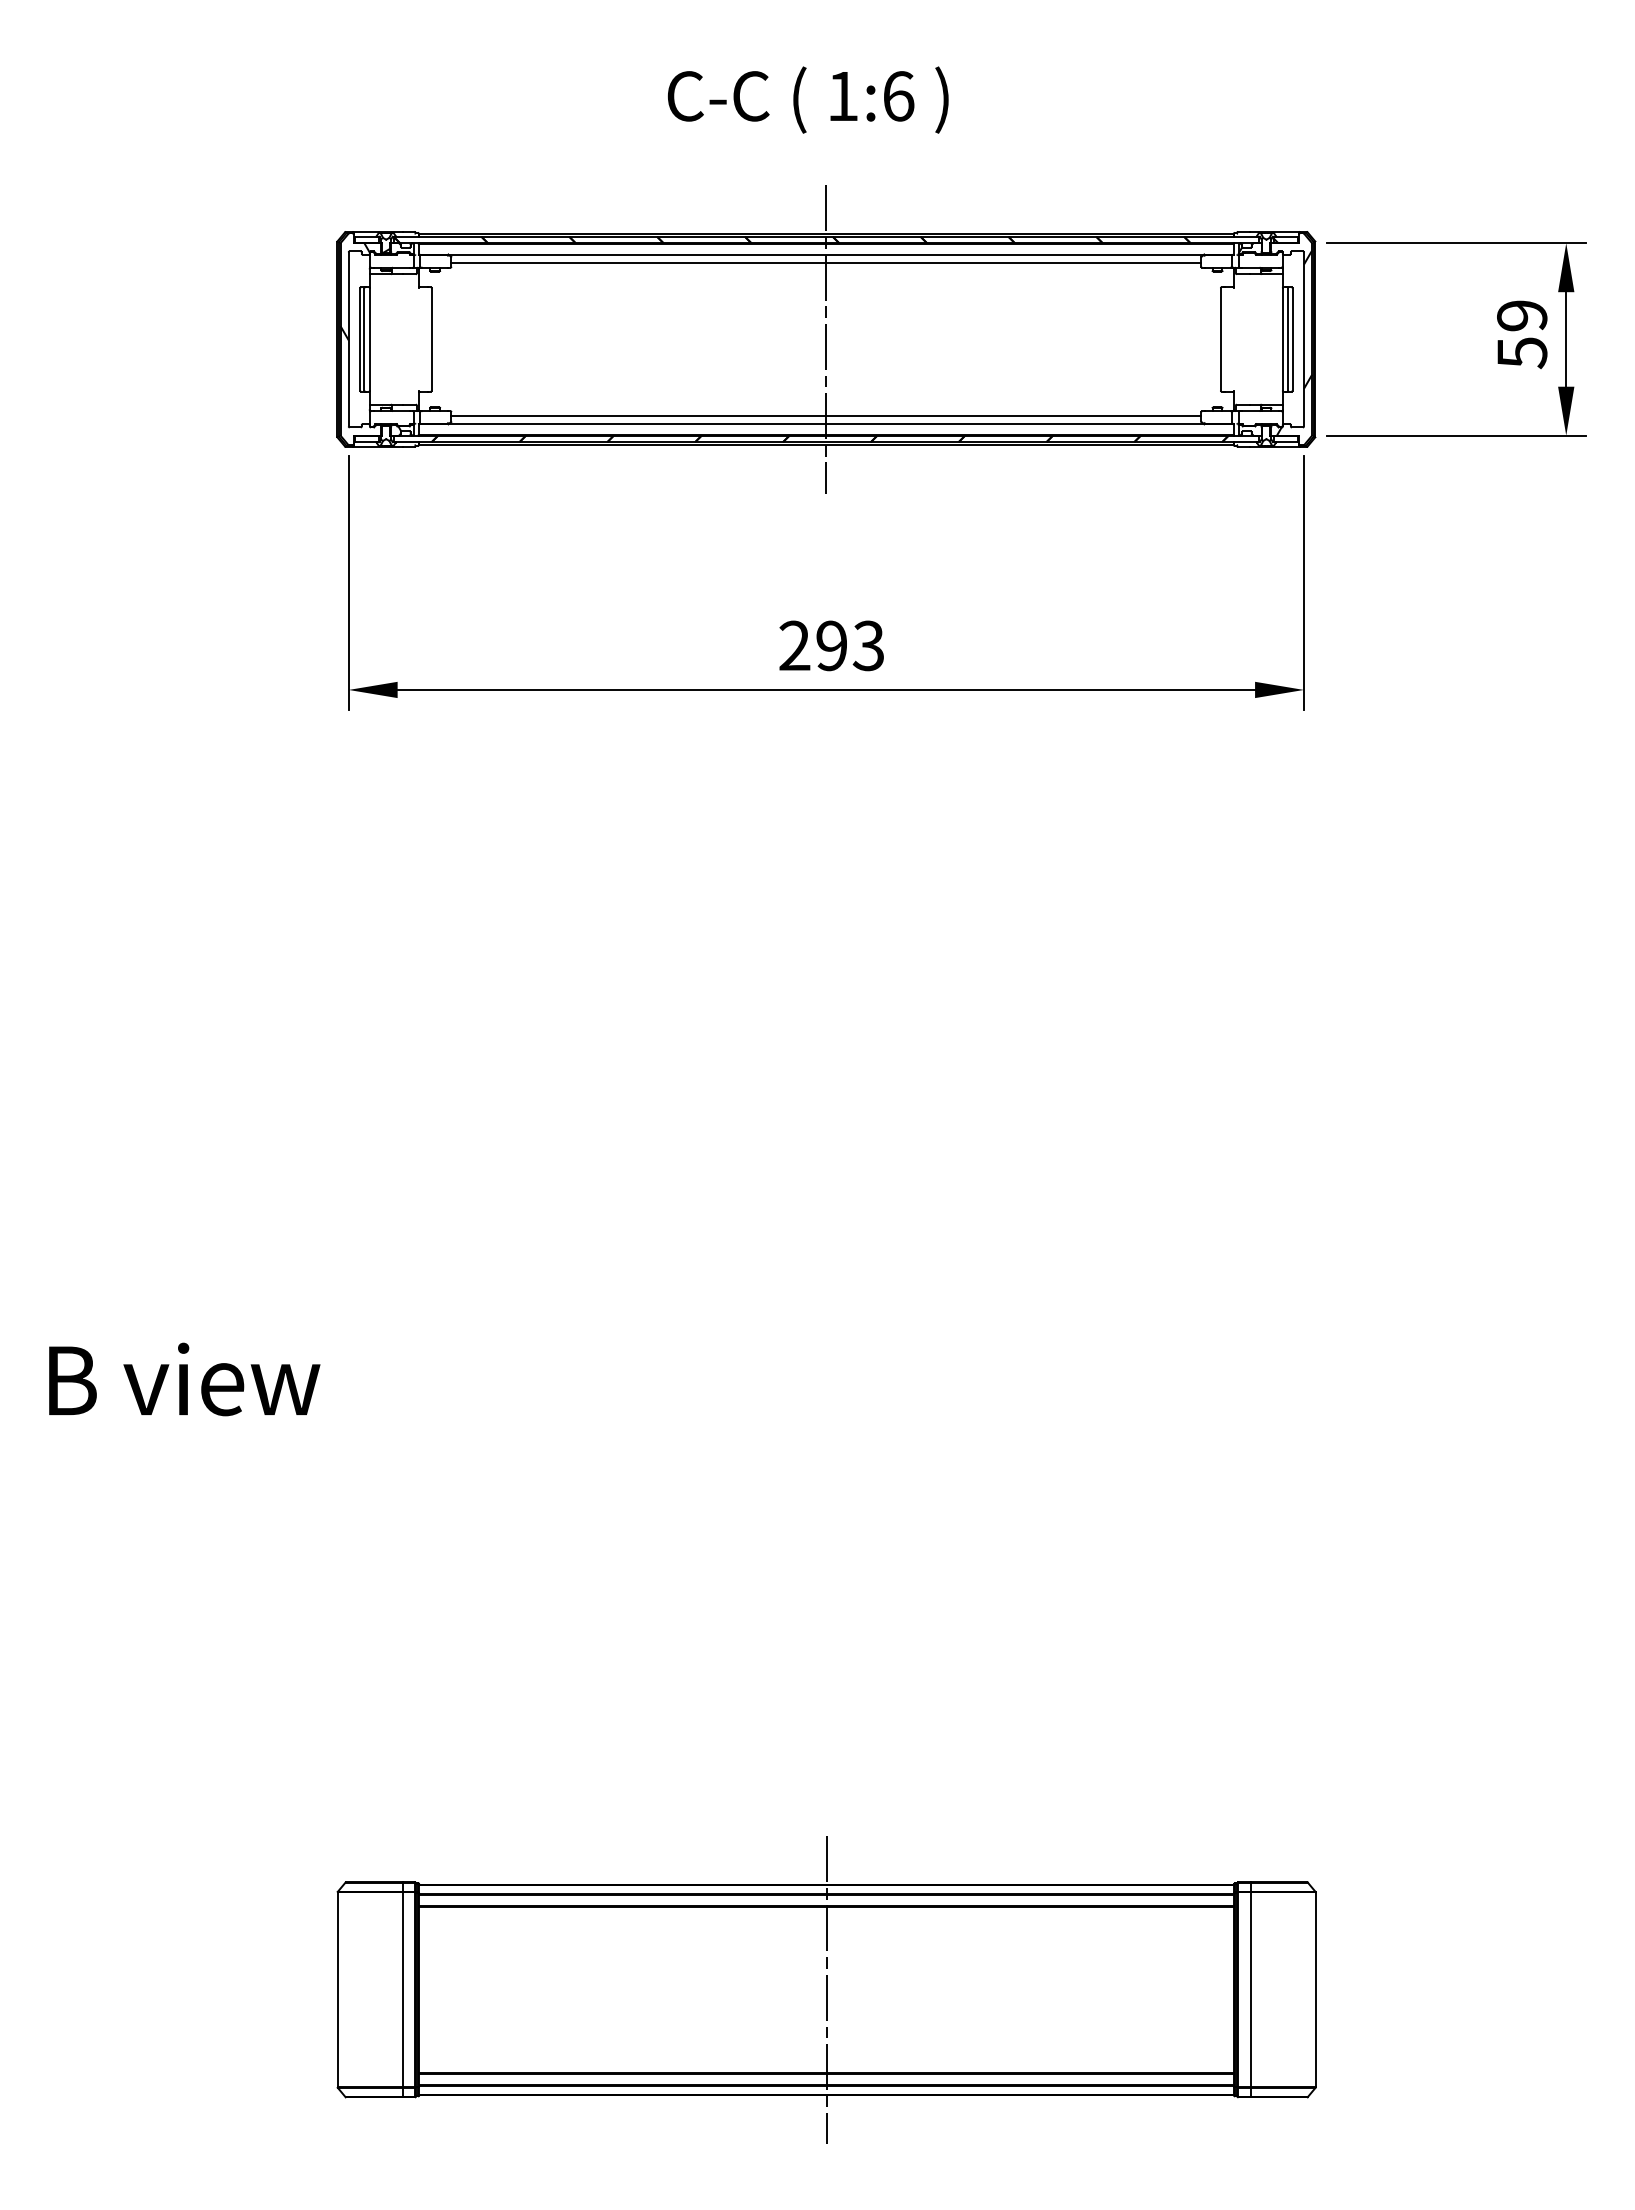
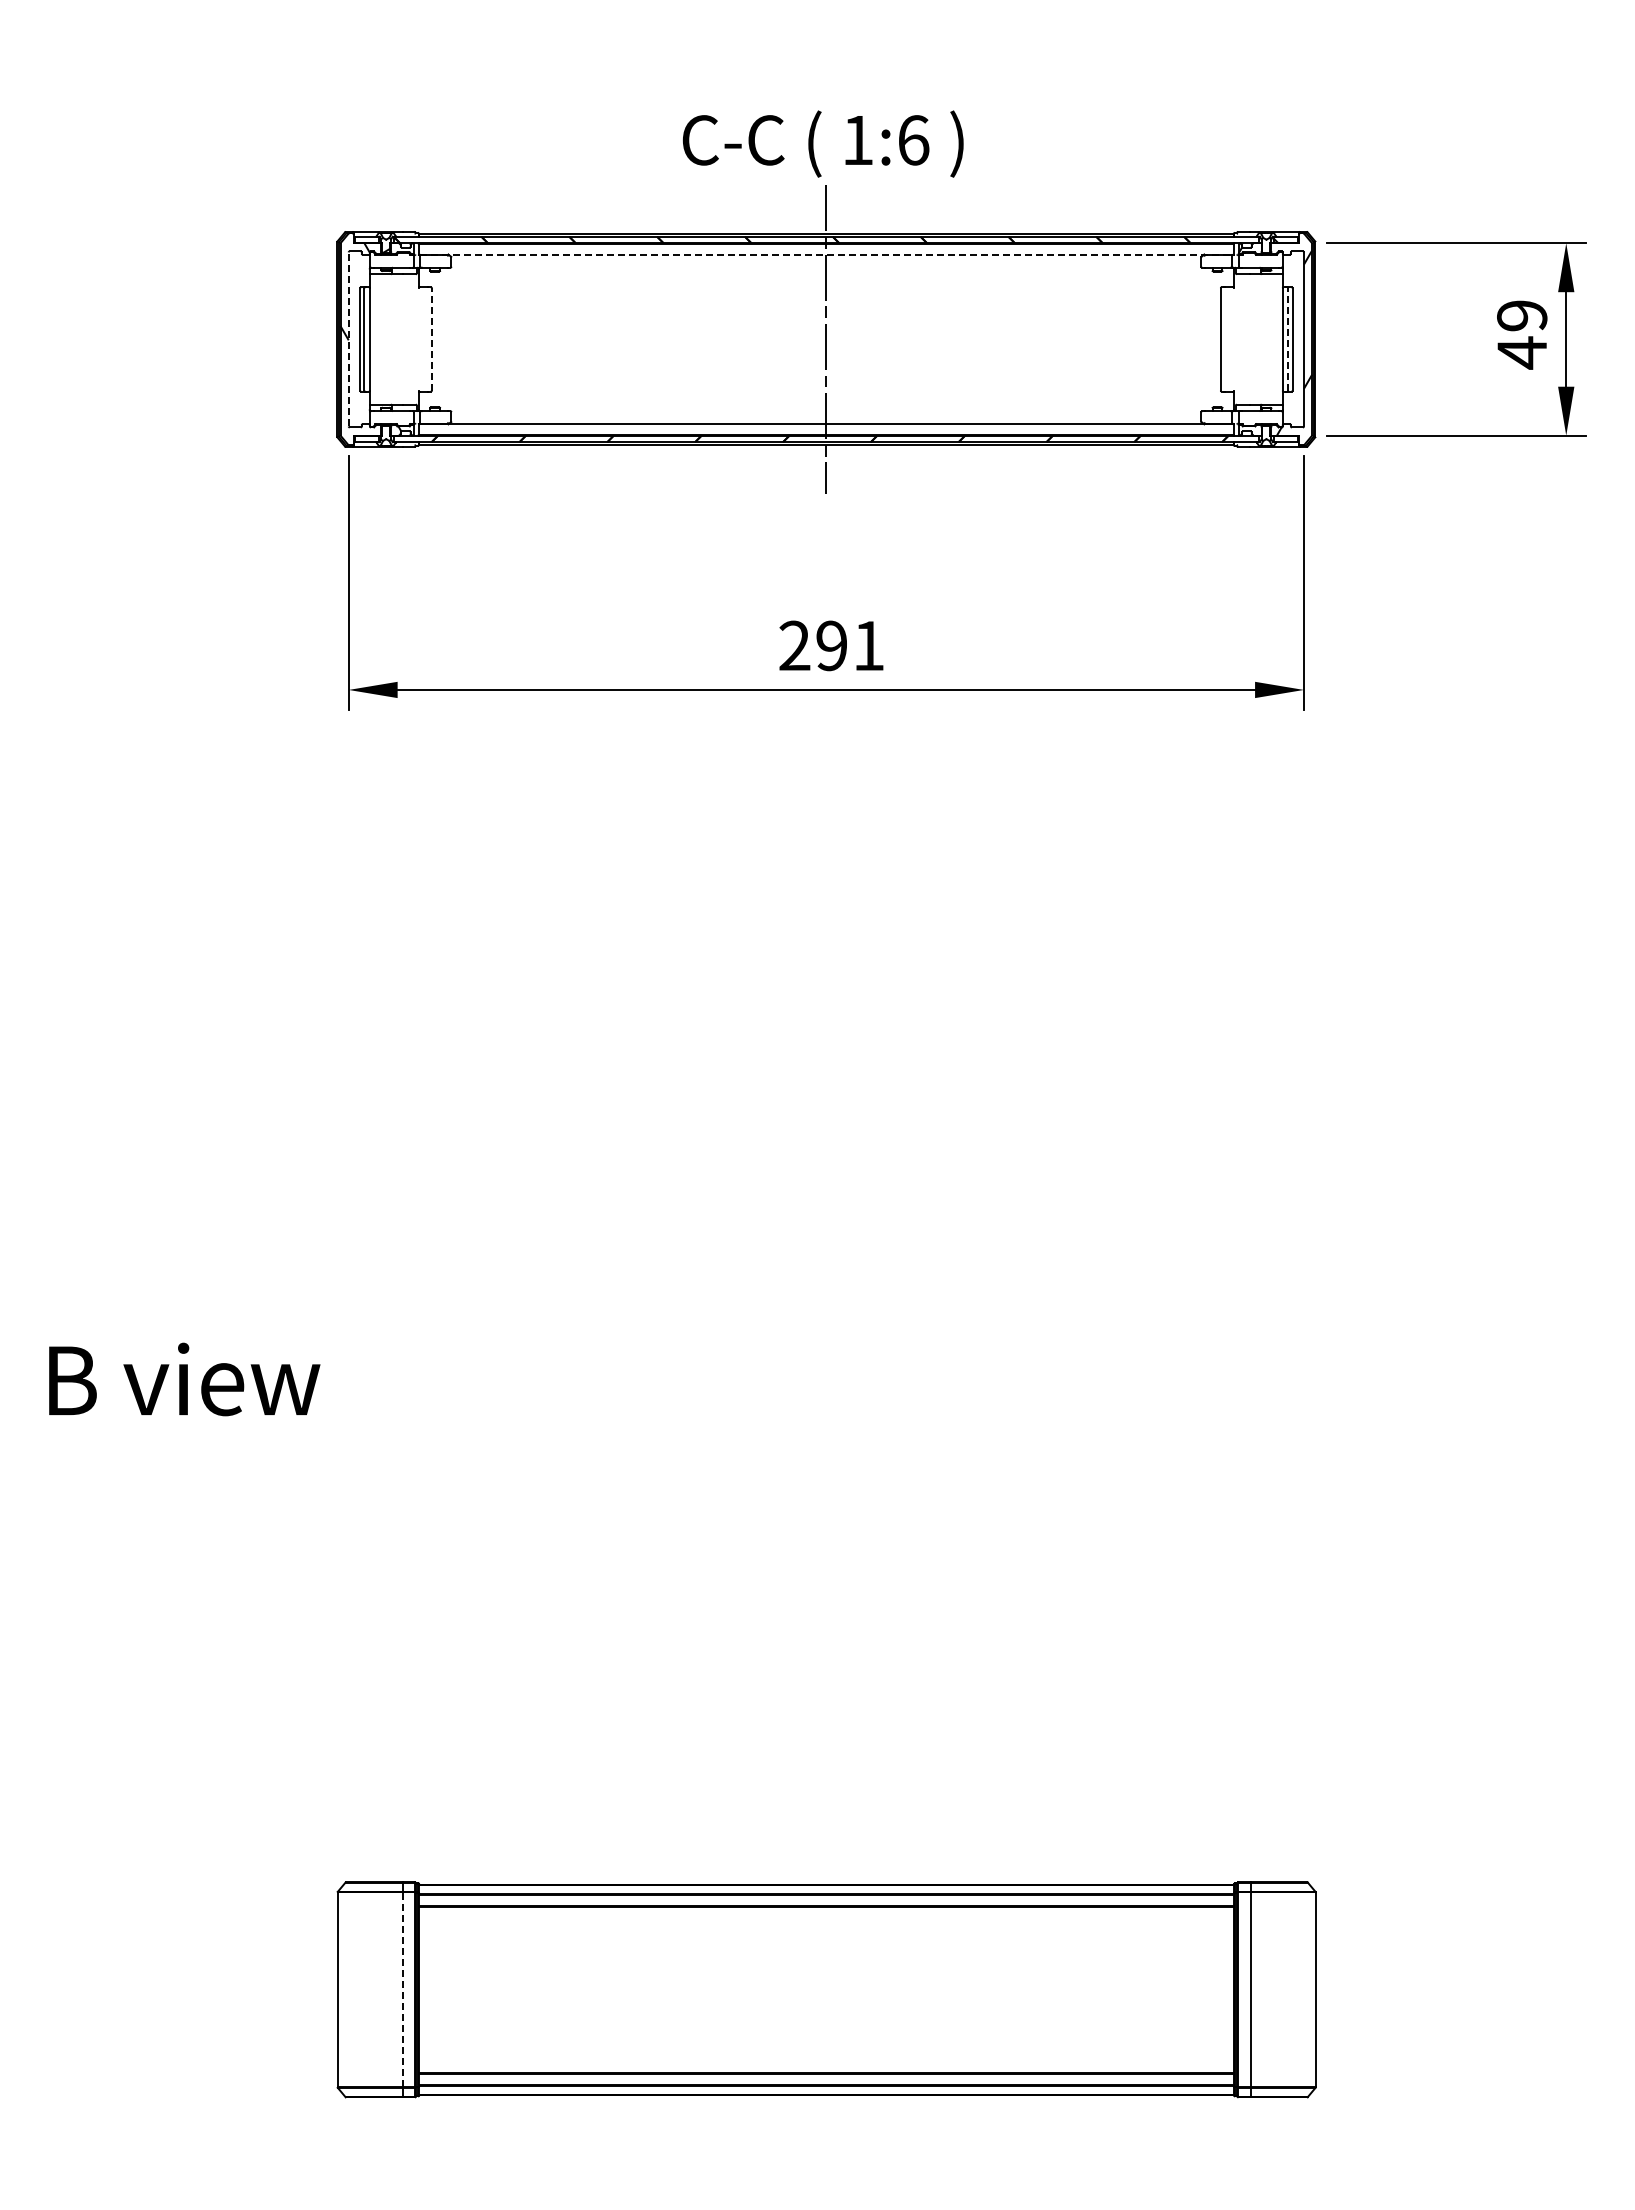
text at (808, 99) position: (808, 99) -> (823, 143)
line at (826, 254): solid -> dashed
line at (826, 262): present -> none
line at (348, 338): solid -> dashed
line at (431, 338): solid -> dashed
line at (1288, 338): solid -> dashed
text at (1522, 352): 59 -> 49
line at (826, 416): present -> none
text at (867, 645): 293 -> 291
line at (402, 1989): solid -> dashed
line at (826, 1989): present -> none
